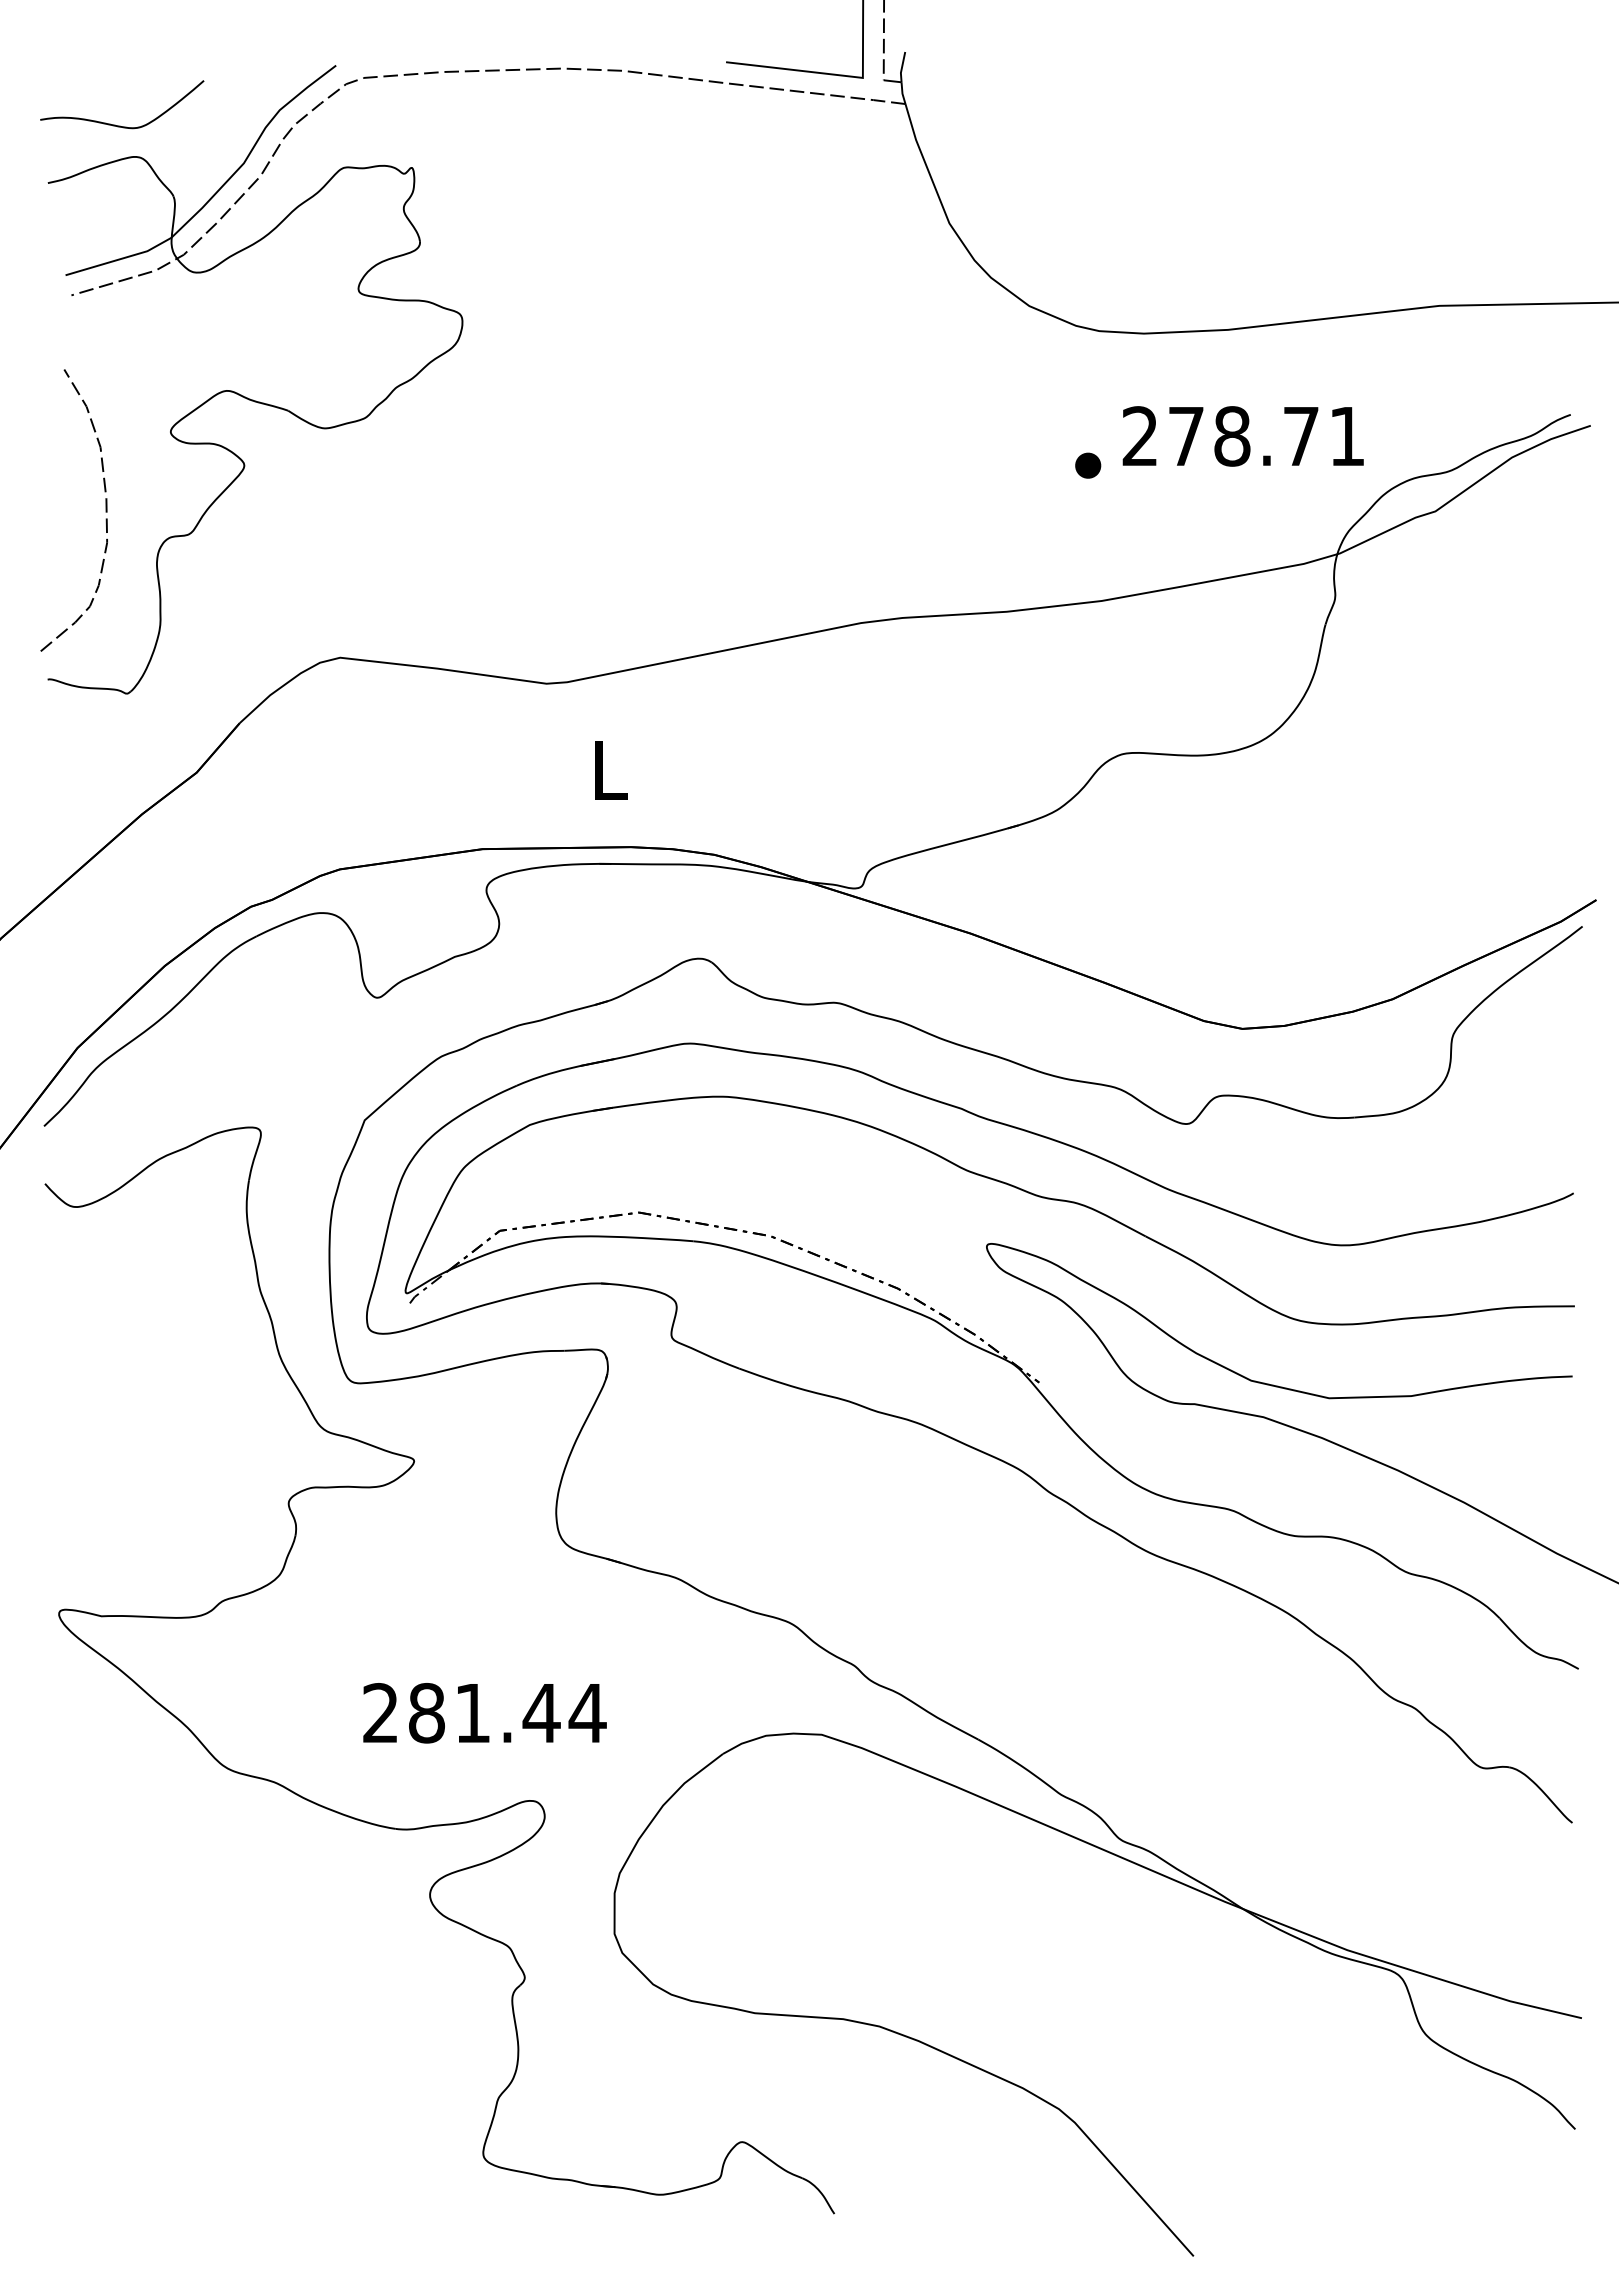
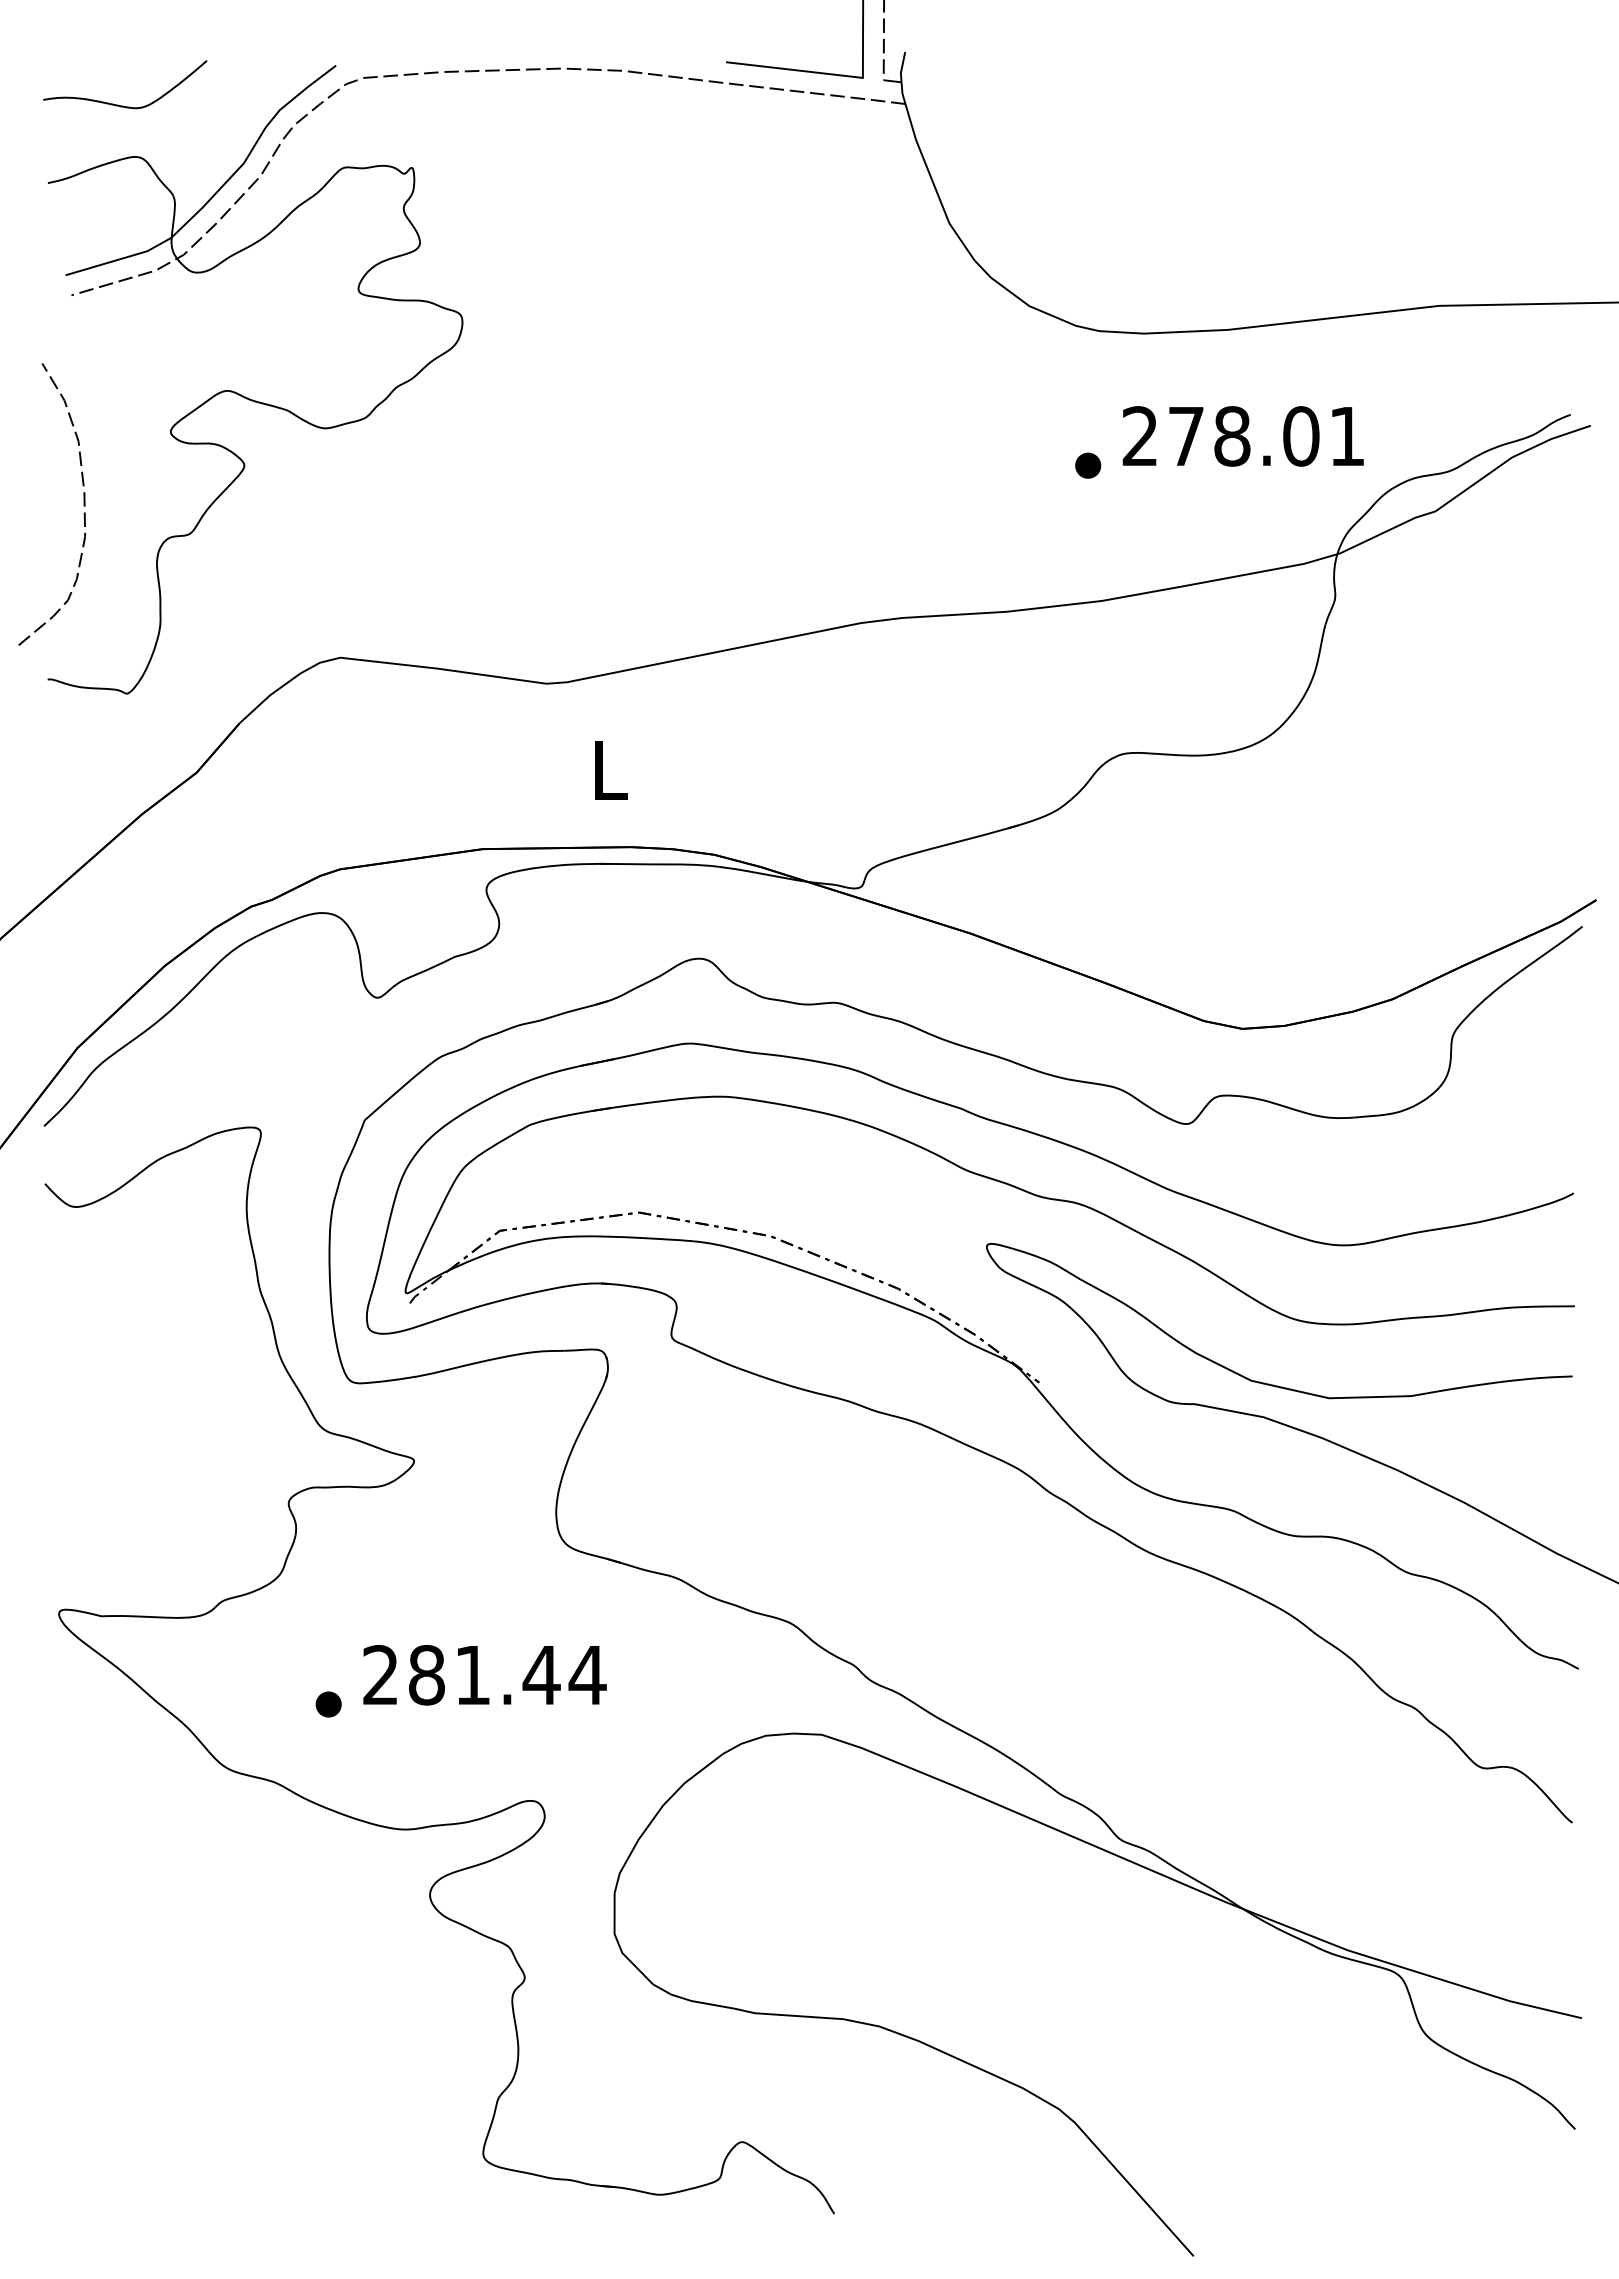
curve at (120, 125) position: (120, 125) -> (123, 105)
text at (1301, 436): 278.71 -> 278.01
curve at (105, 510) position: (105, 510) -> (83, 504)
part at (328, 1704): none -> present
text at (484, 1713) position: (484, 1713) -> (484, 1675)
